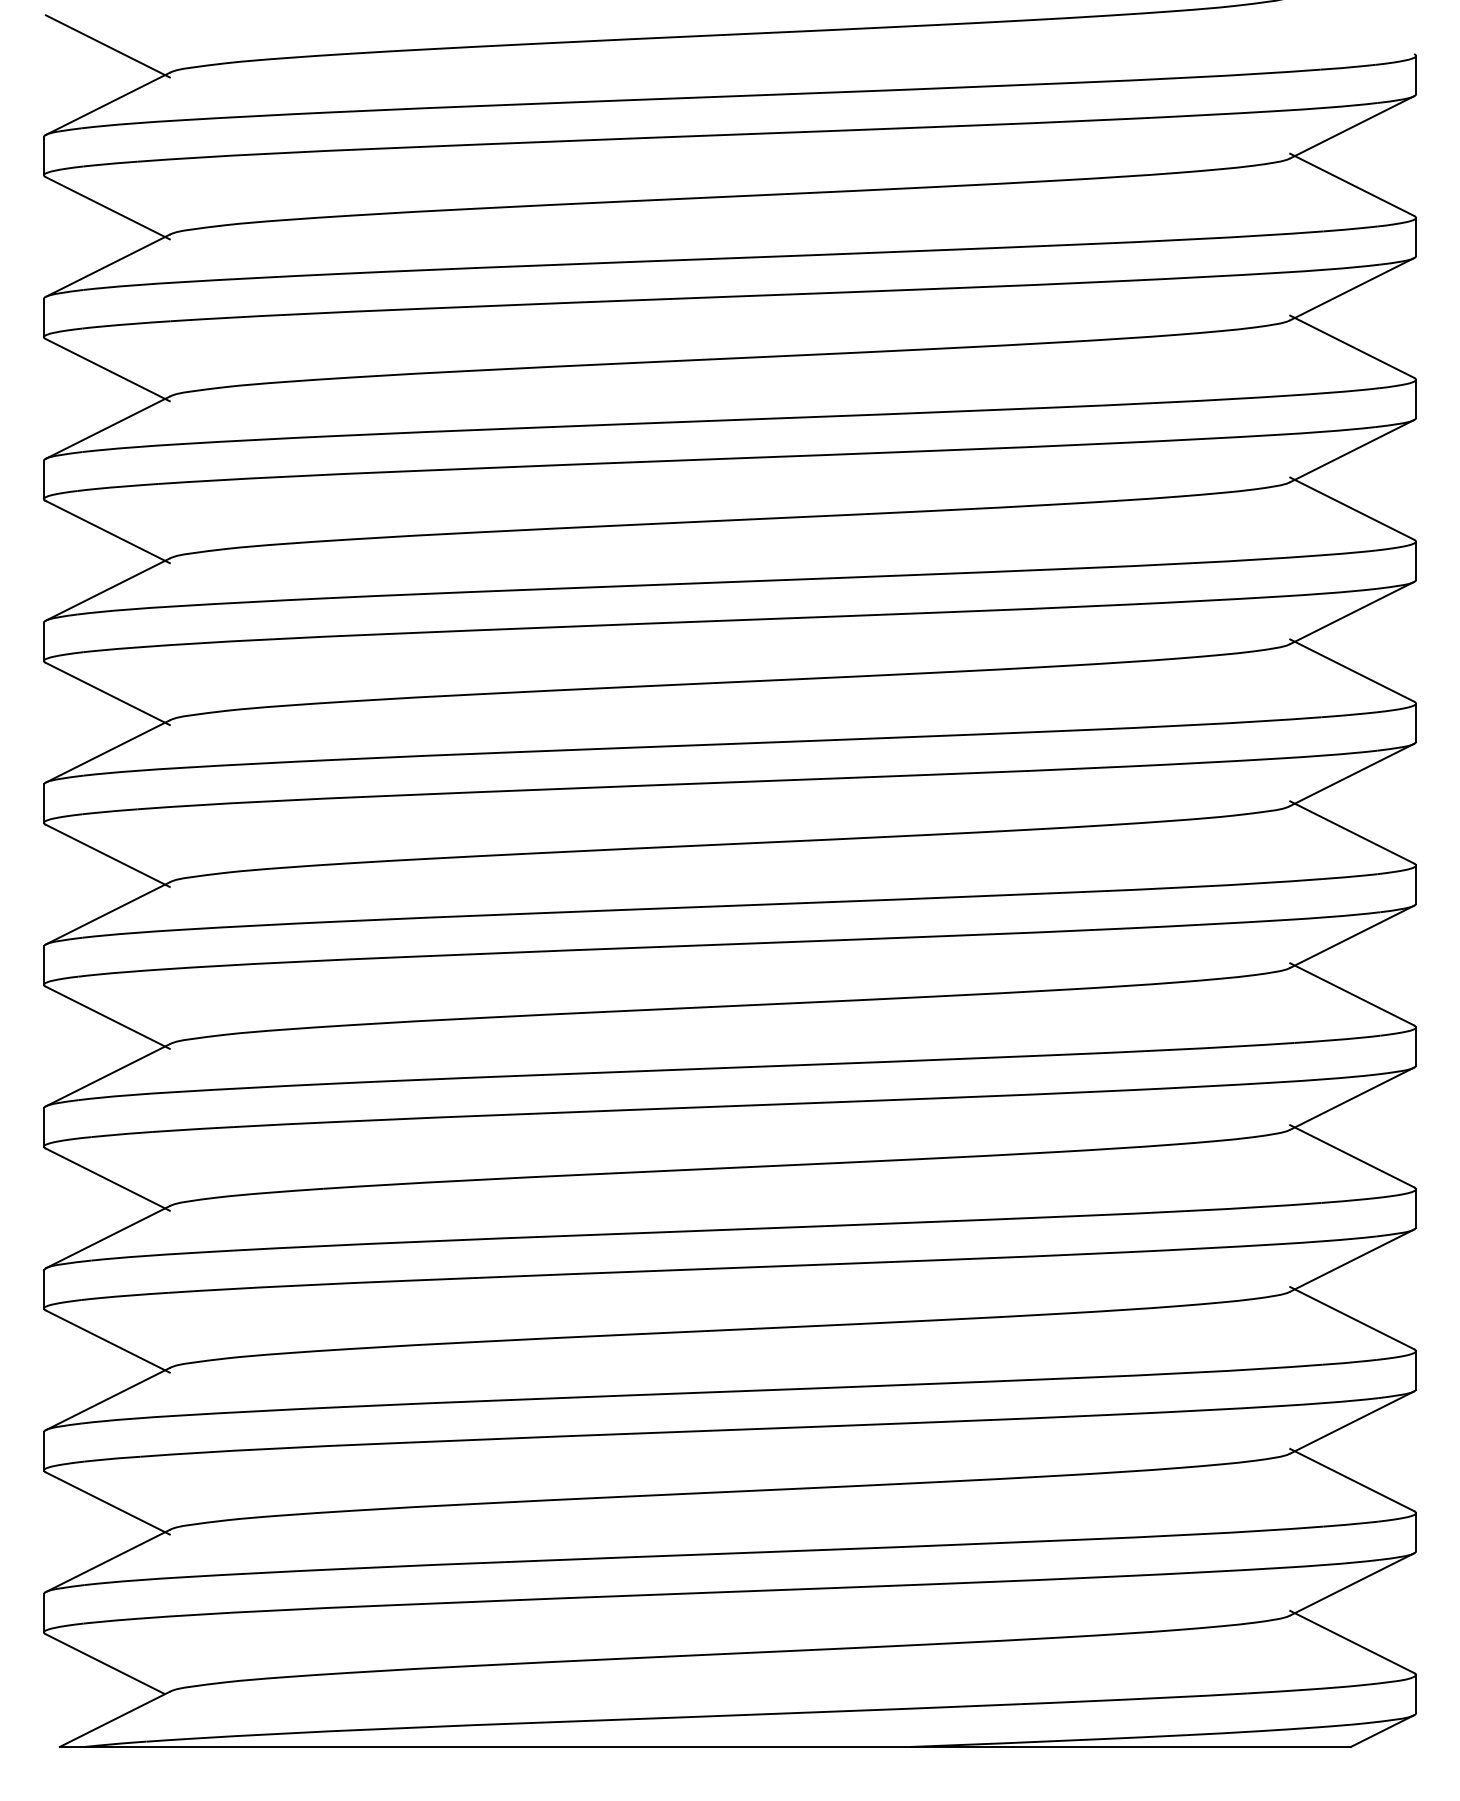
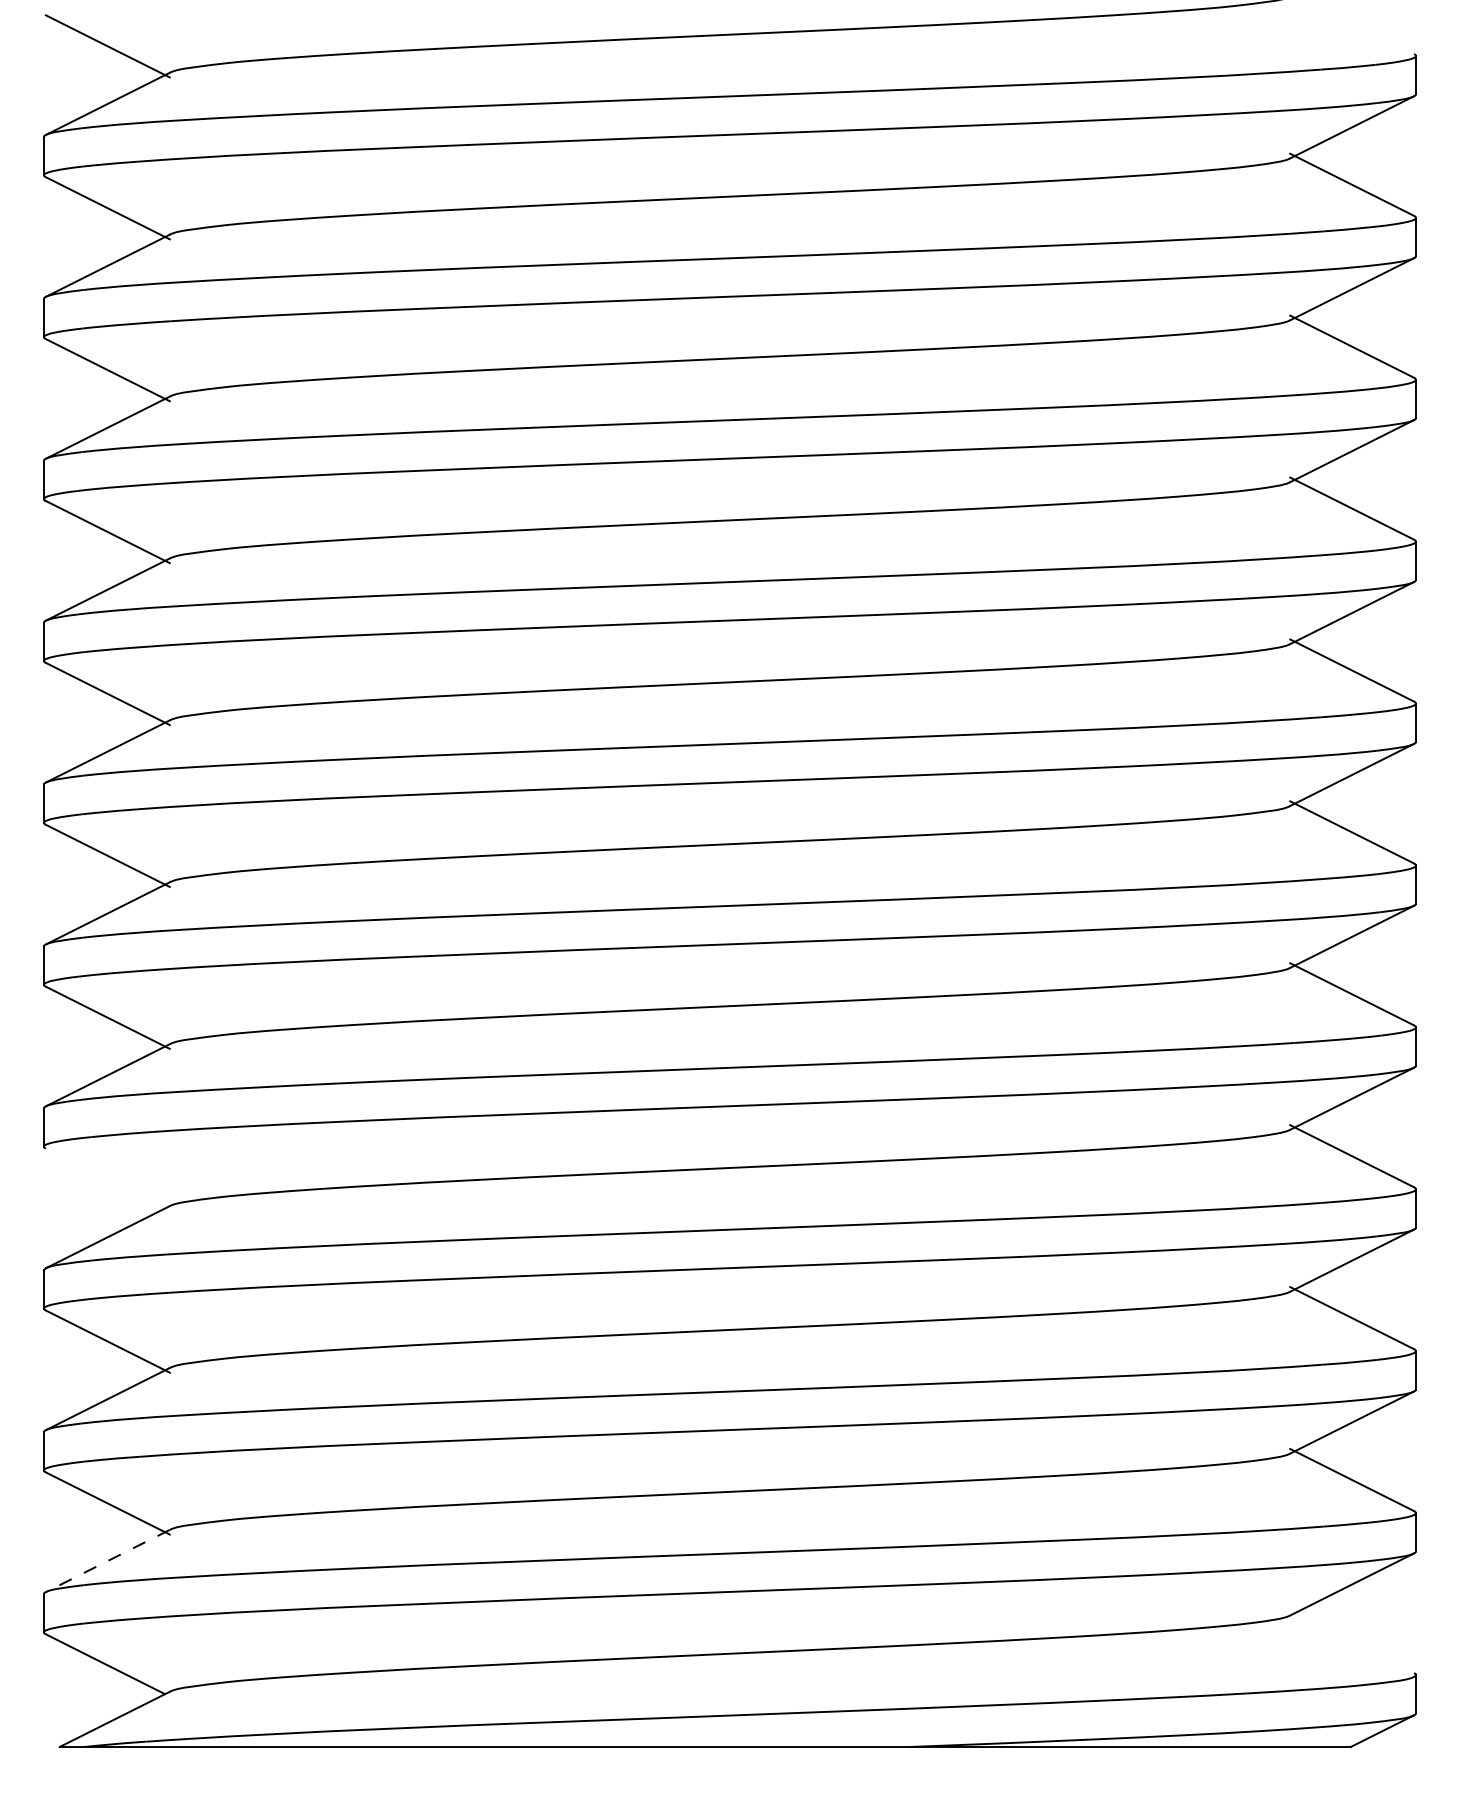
line at (107, 1179): present -> none
line at (107, 1561): solid -> dashed
line at (1352, 1641): present -> none
